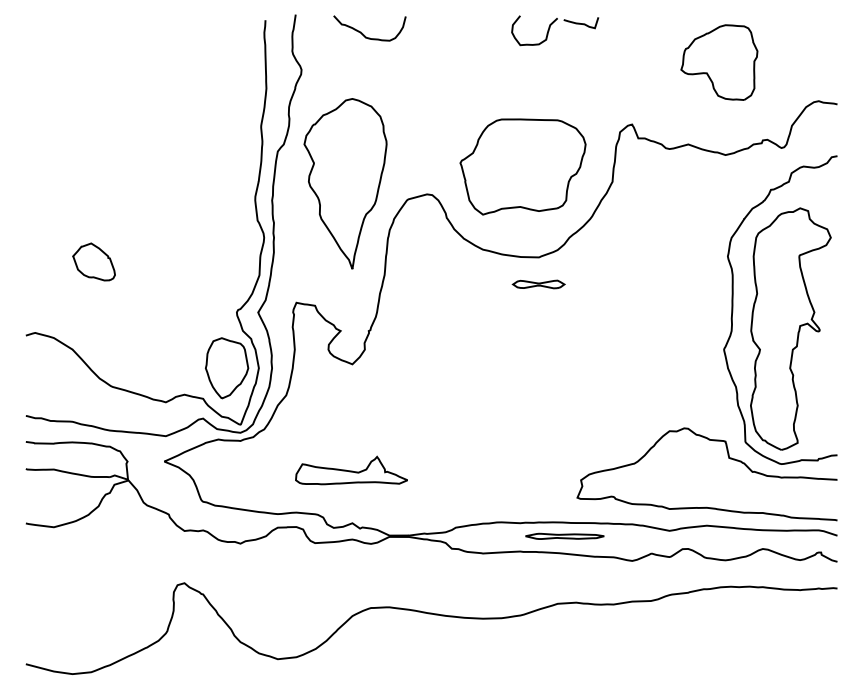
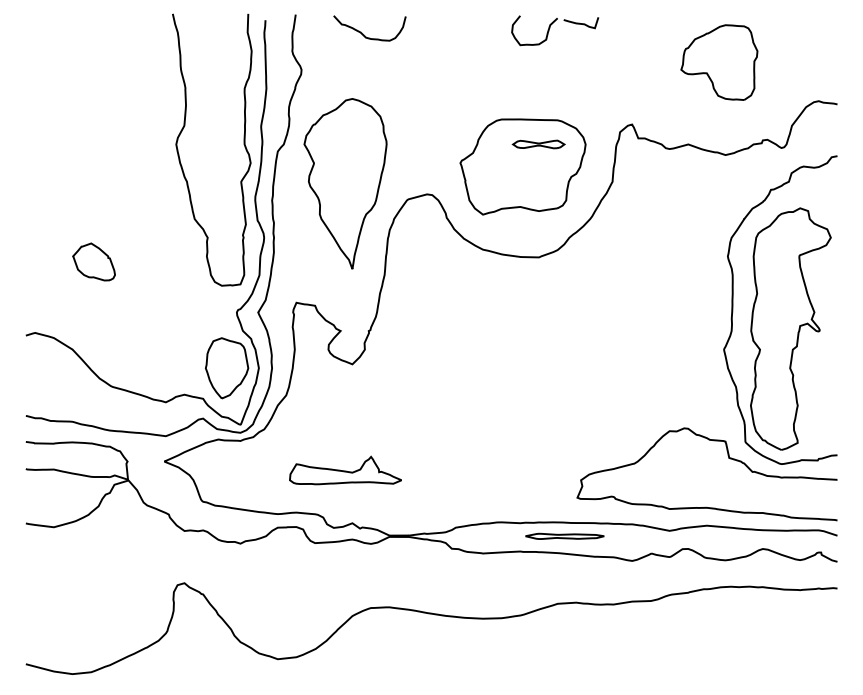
curve at (243, 144): none -> present
part at (538, 284) position: (538, 284) -> (538, 144)
part at (351, 470) position: (351, 470) -> (345, 470)
